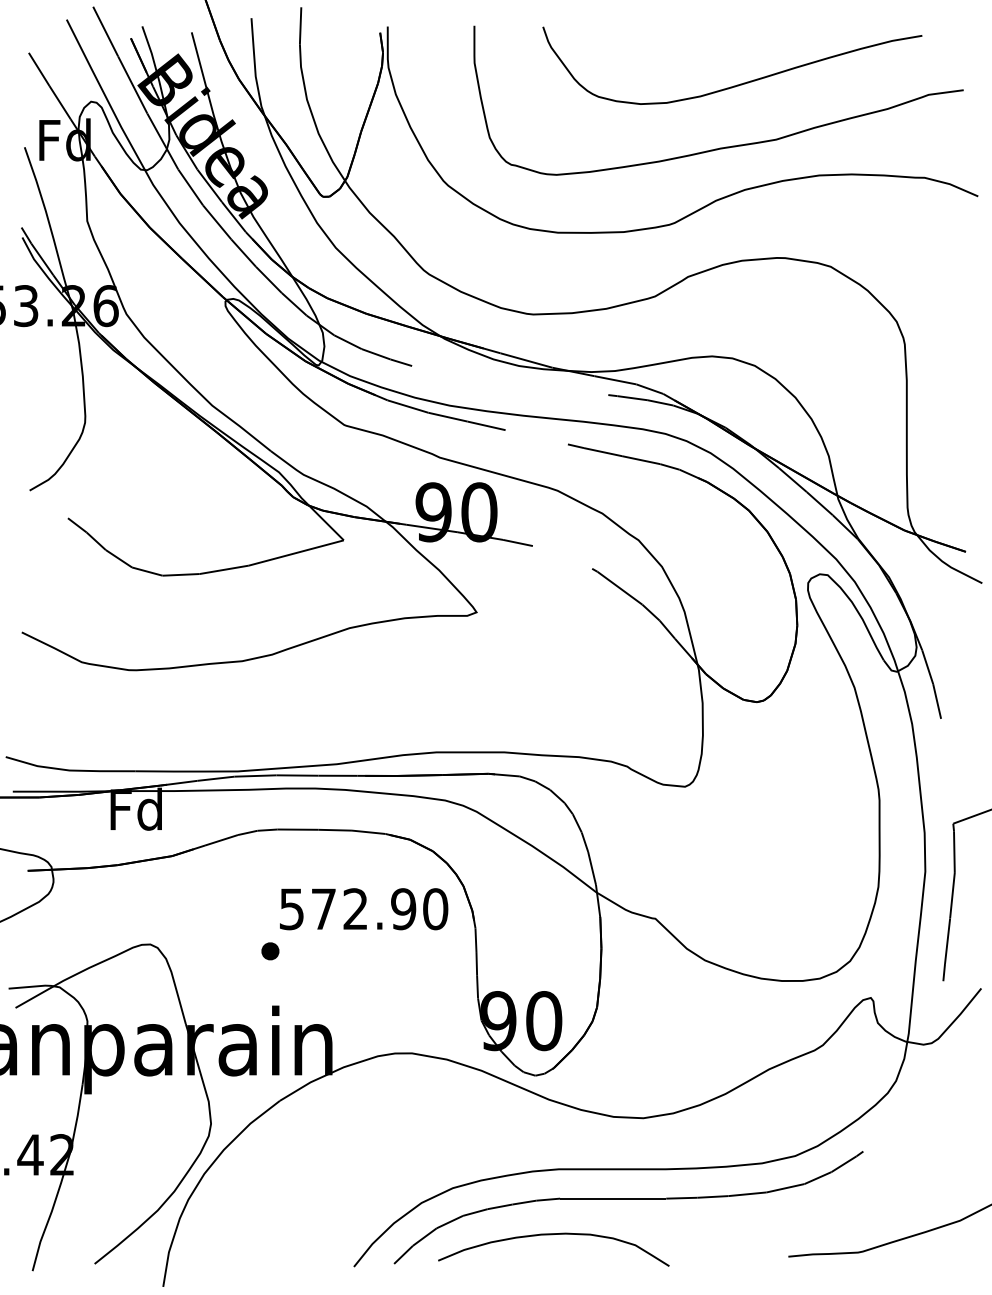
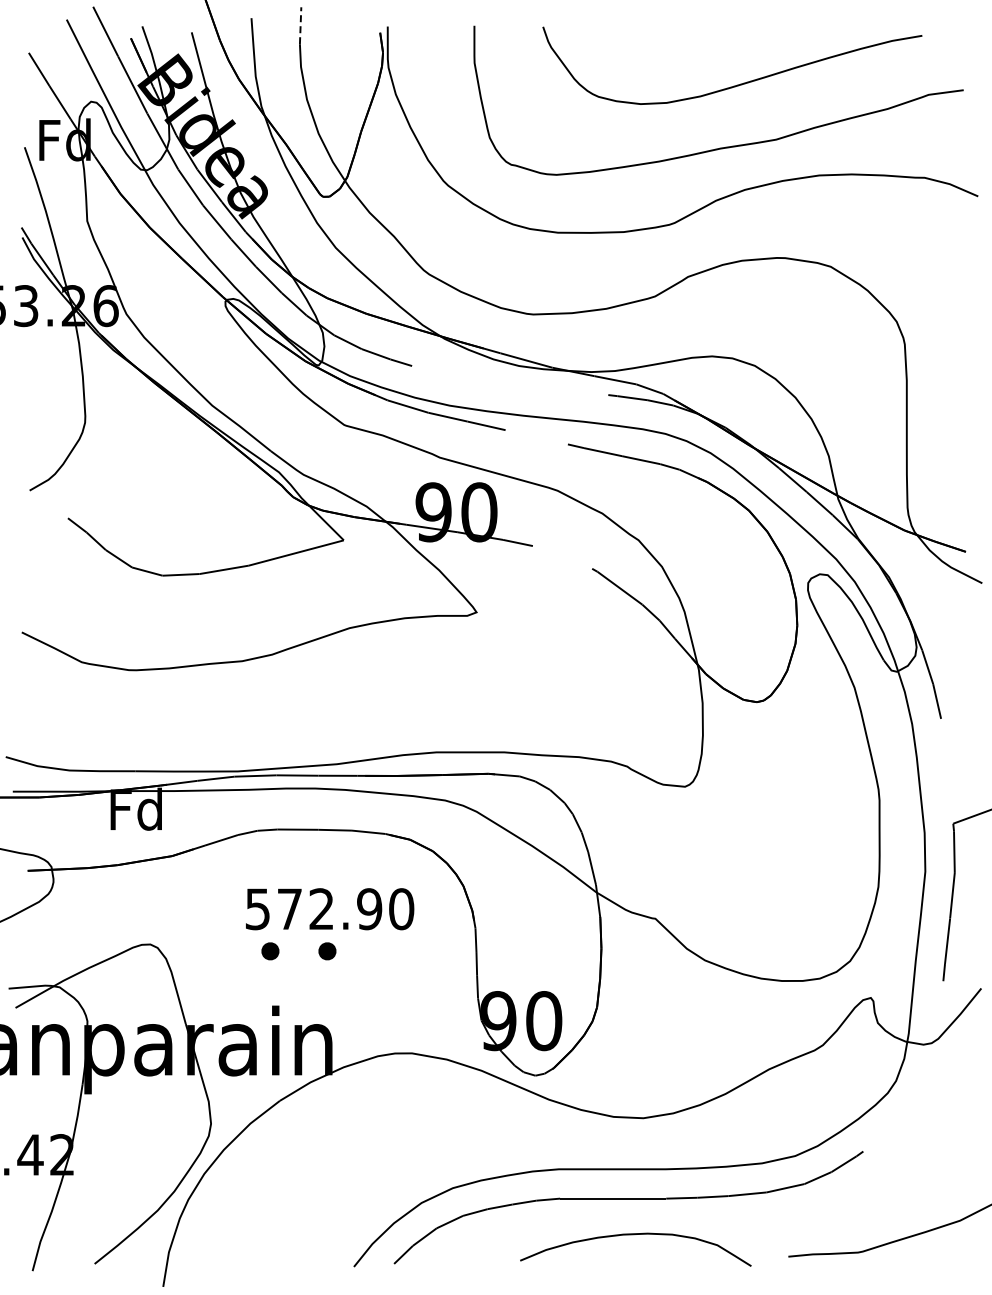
line at (300, 25): solid -> dashed
text at (364, 909) position: (364, 909) -> (330, 909)
part at (327, 951): none -> present
curve at (552, 1235) position: (552, 1235) -> (634, 1235)
